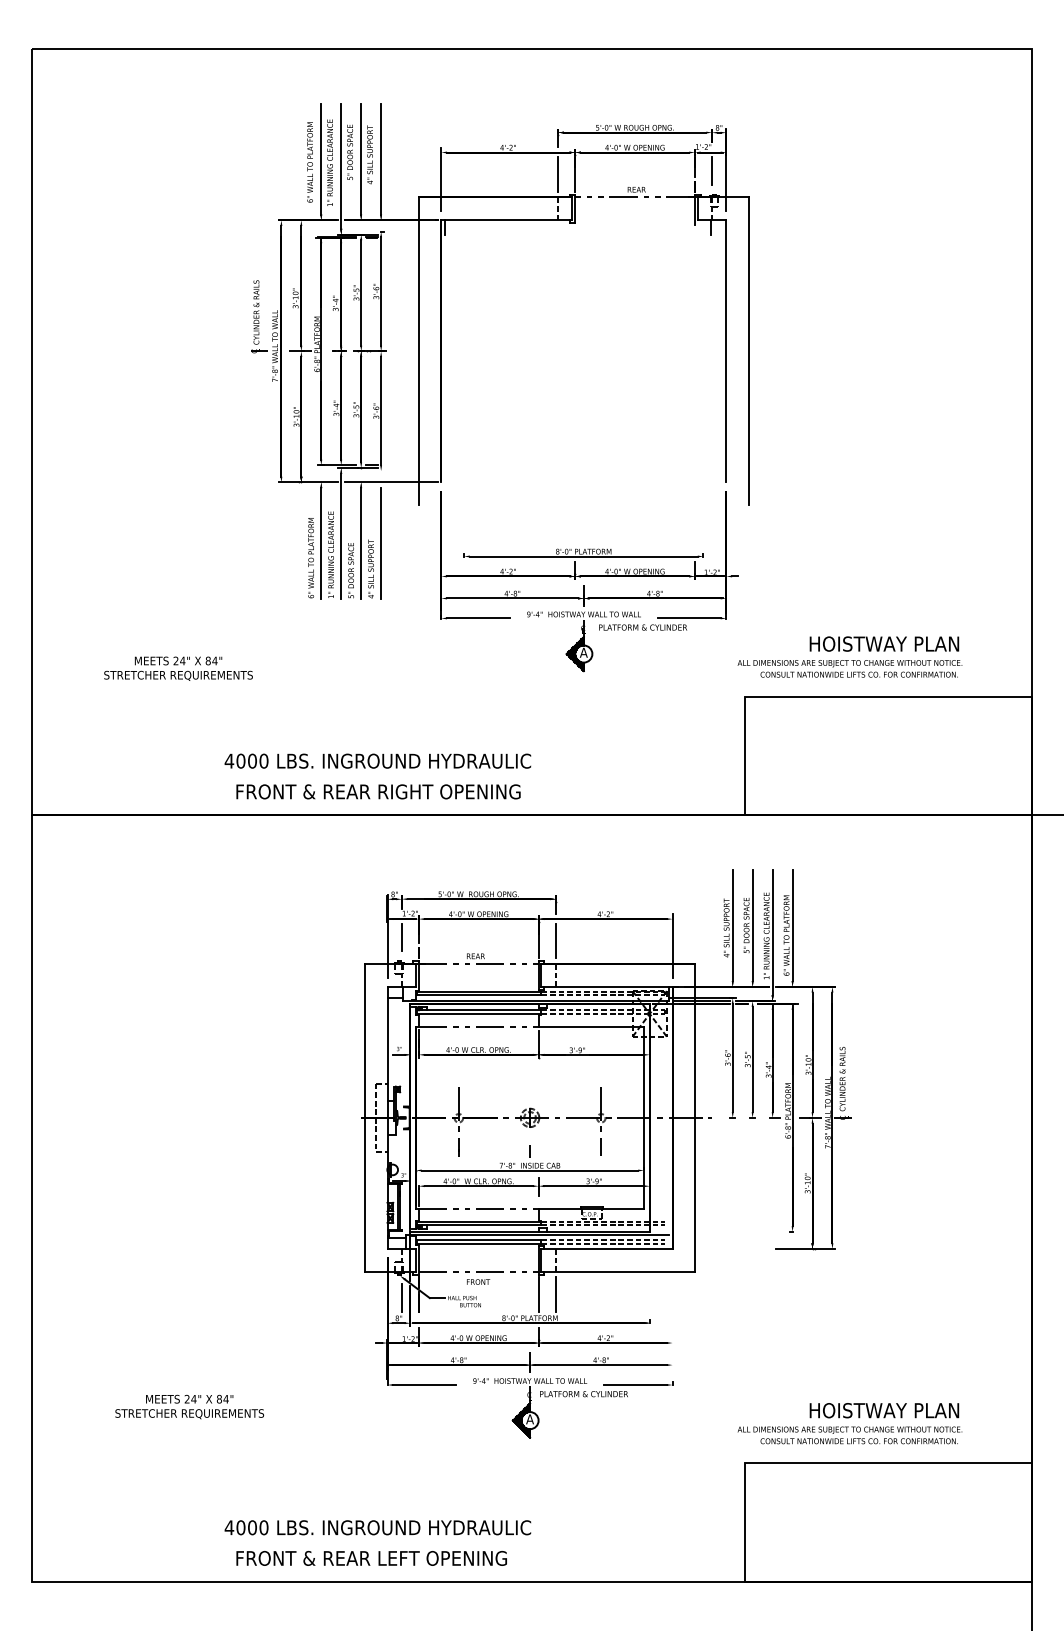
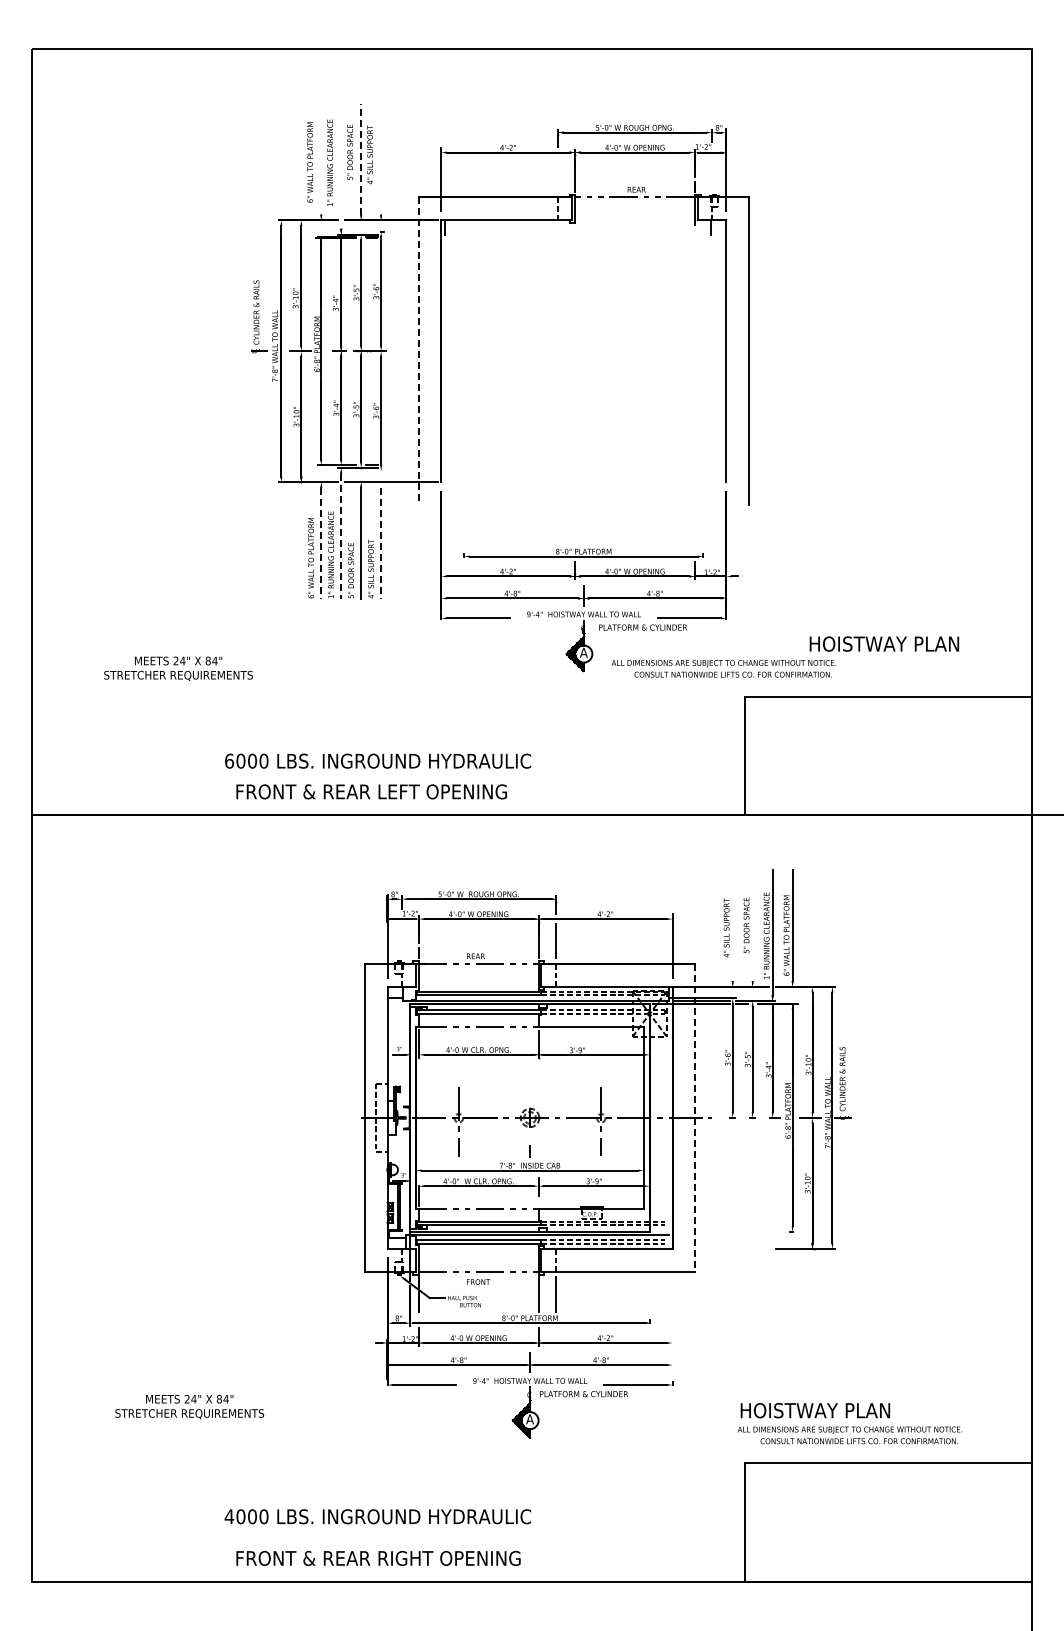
line at (321, 158): present -> none
line at (361, 158): solid -> dashed
line at (381, 158): present -> none
line at (341, 165): present -> none
line at (712, 170): present -> none
line at (558, 174): present -> none
line at (418, 351): solid -> dashed
line at (341, 536): solid -> dashed
line at (321, 544): solid -> dashed
line at (381, 544): solid -> dashed
text at (849, 668) position: (849, 668) -> (723, 668)
text at (229, 760): 4000 -> 6000
text at (450, 791): FRONT & REAR RIGHT OPENING -> FRONT & REAR LEFT OPENING
line at (732, 925): present -> none
line at (752, 925): present -> none
line at (401, 937): present -> none
line at (695, 1117): solid -> dashed
line at (401, 1298): present -> none
text at (884, 1410) position: (884, 1410) -> (815, 1410)
text at (377, 1527) position: (377, 1527) -> (377, 1516)
text at (450, 1557): FRONT & REAR LEFT OPENING -> FRONT & REAR RIGHT OPENING
